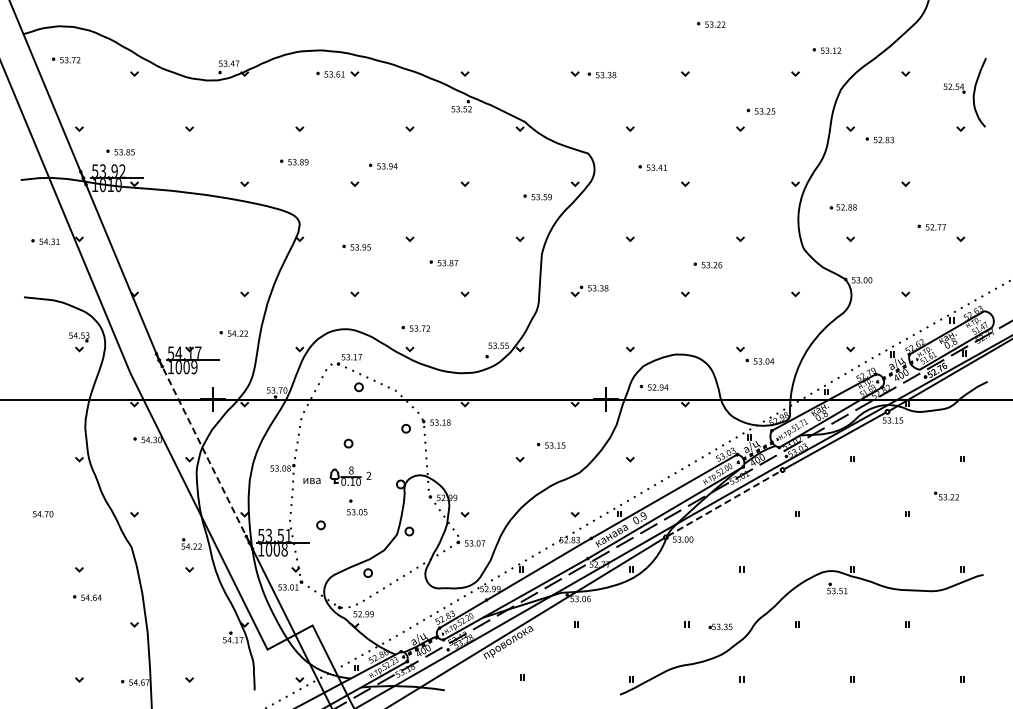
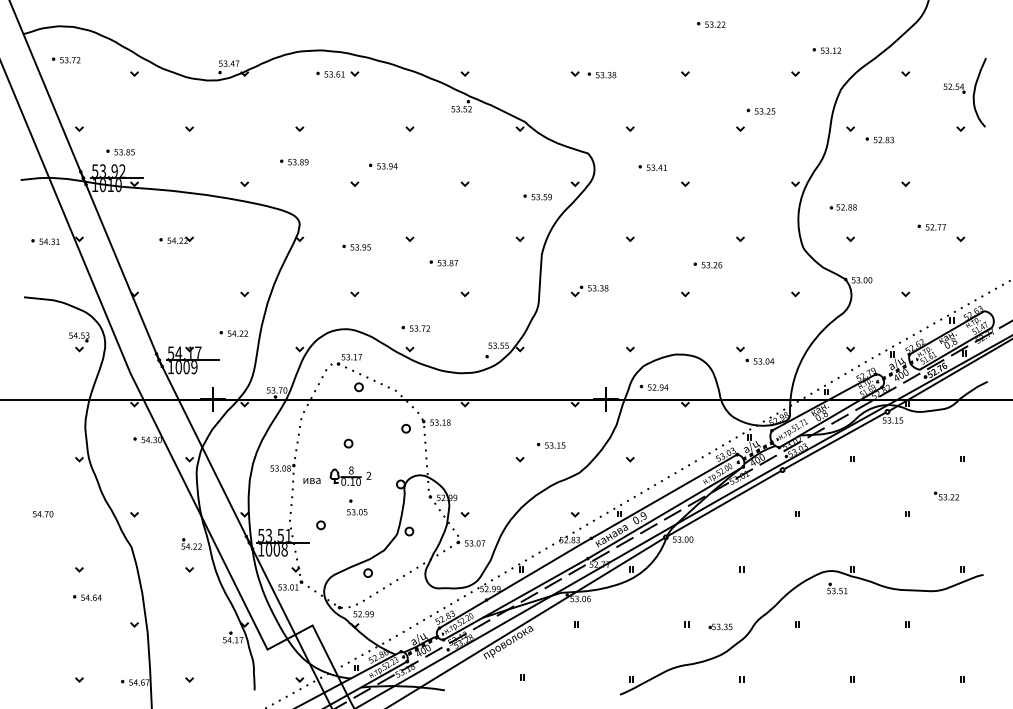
part at (176, 239): none -> present
line at (204, 451): dashed -> solid
line at (724, 503): dashed -> solid
